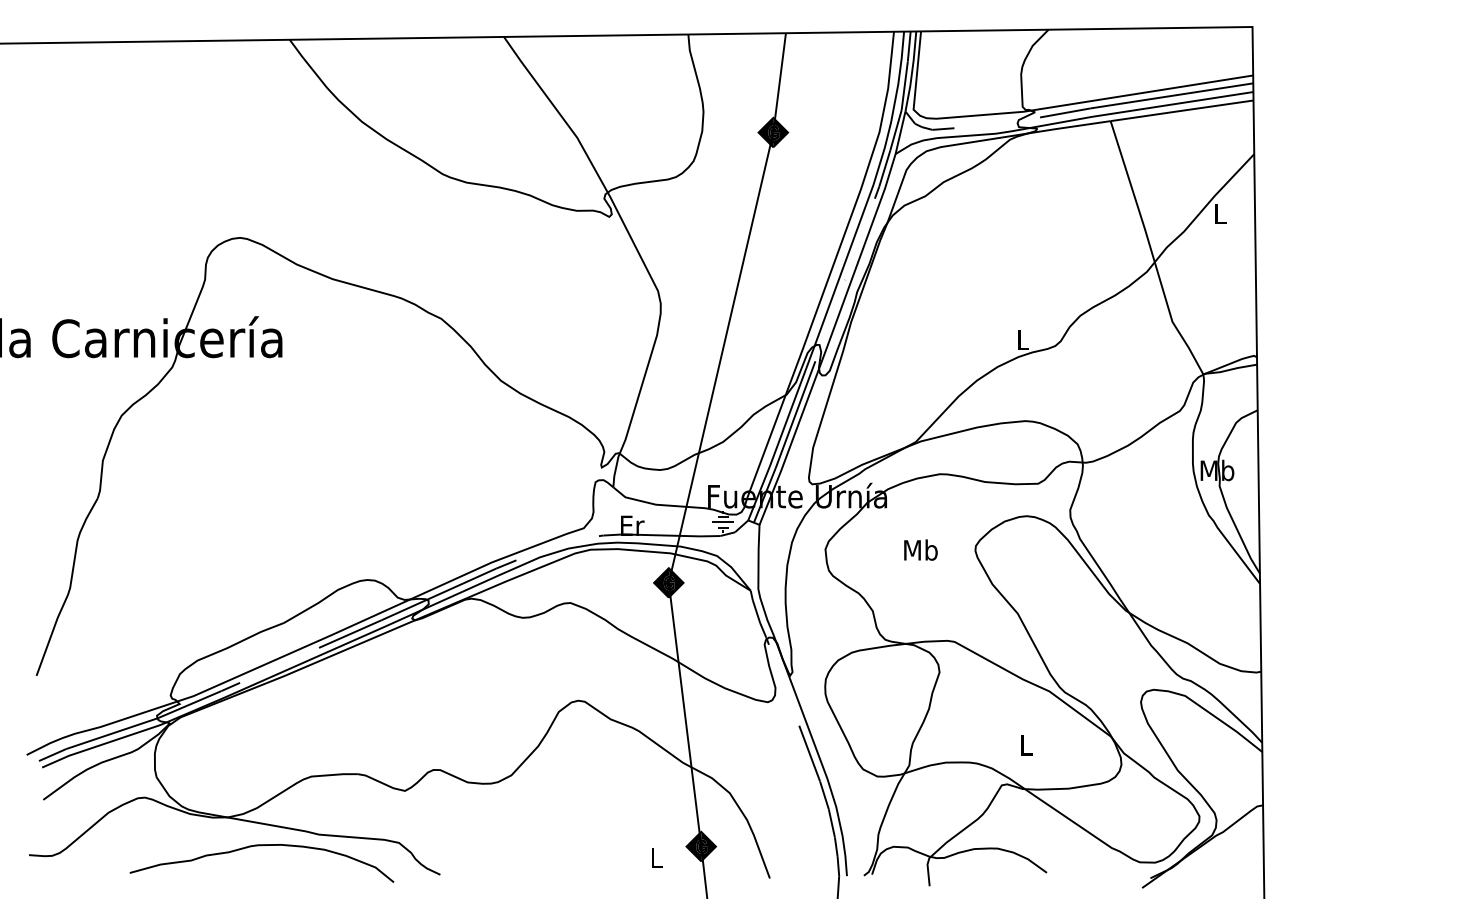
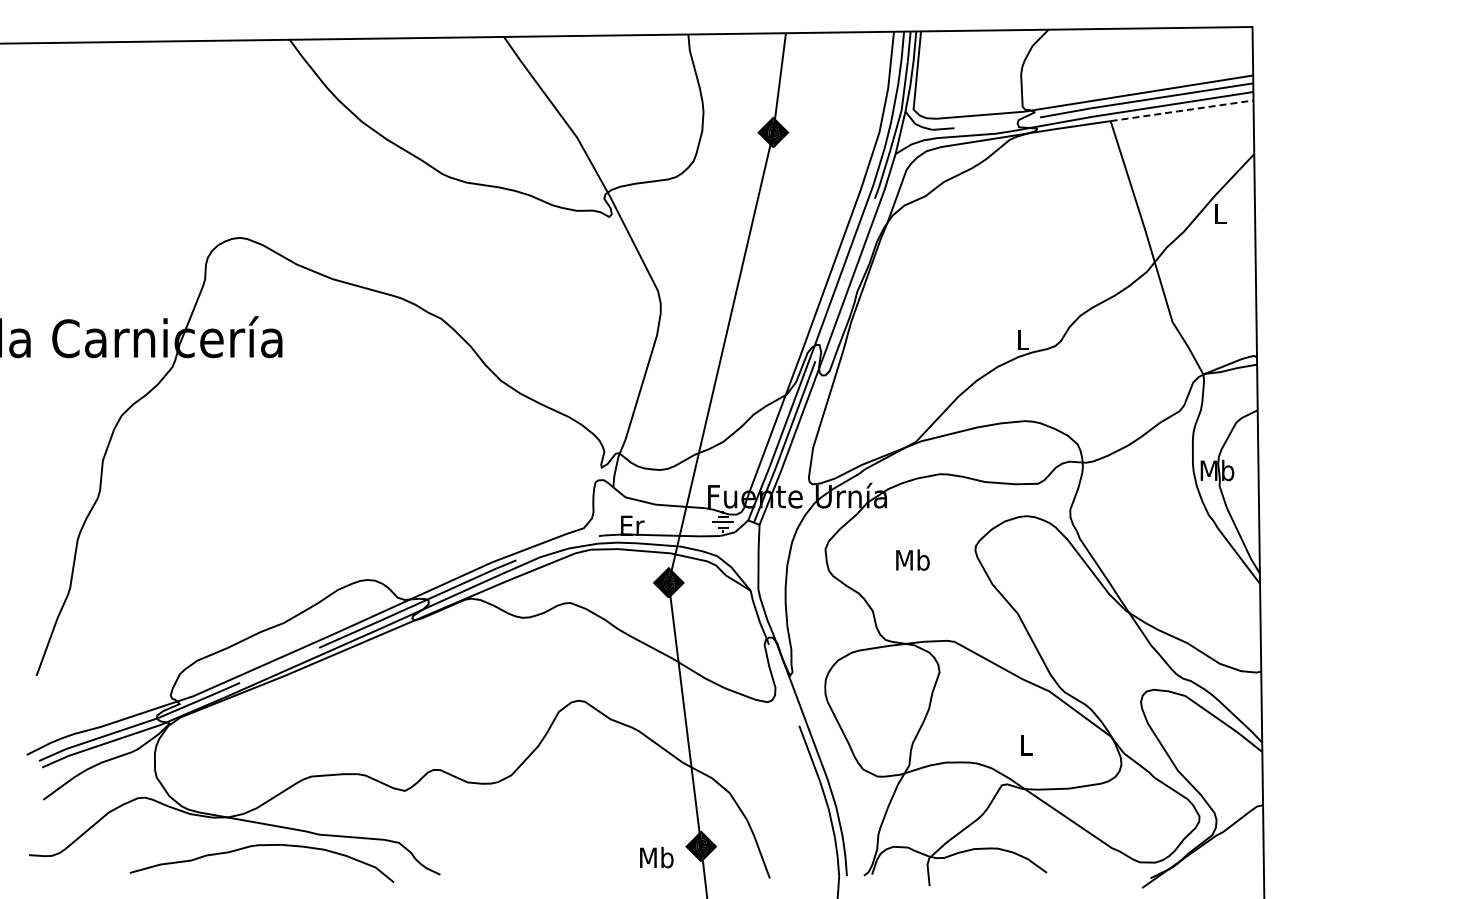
line at (1181, 110): solid -> dashed
text at (920, 549) position: (920, 549) -> (912, 559)
text at (656, 857): L -> Mb
